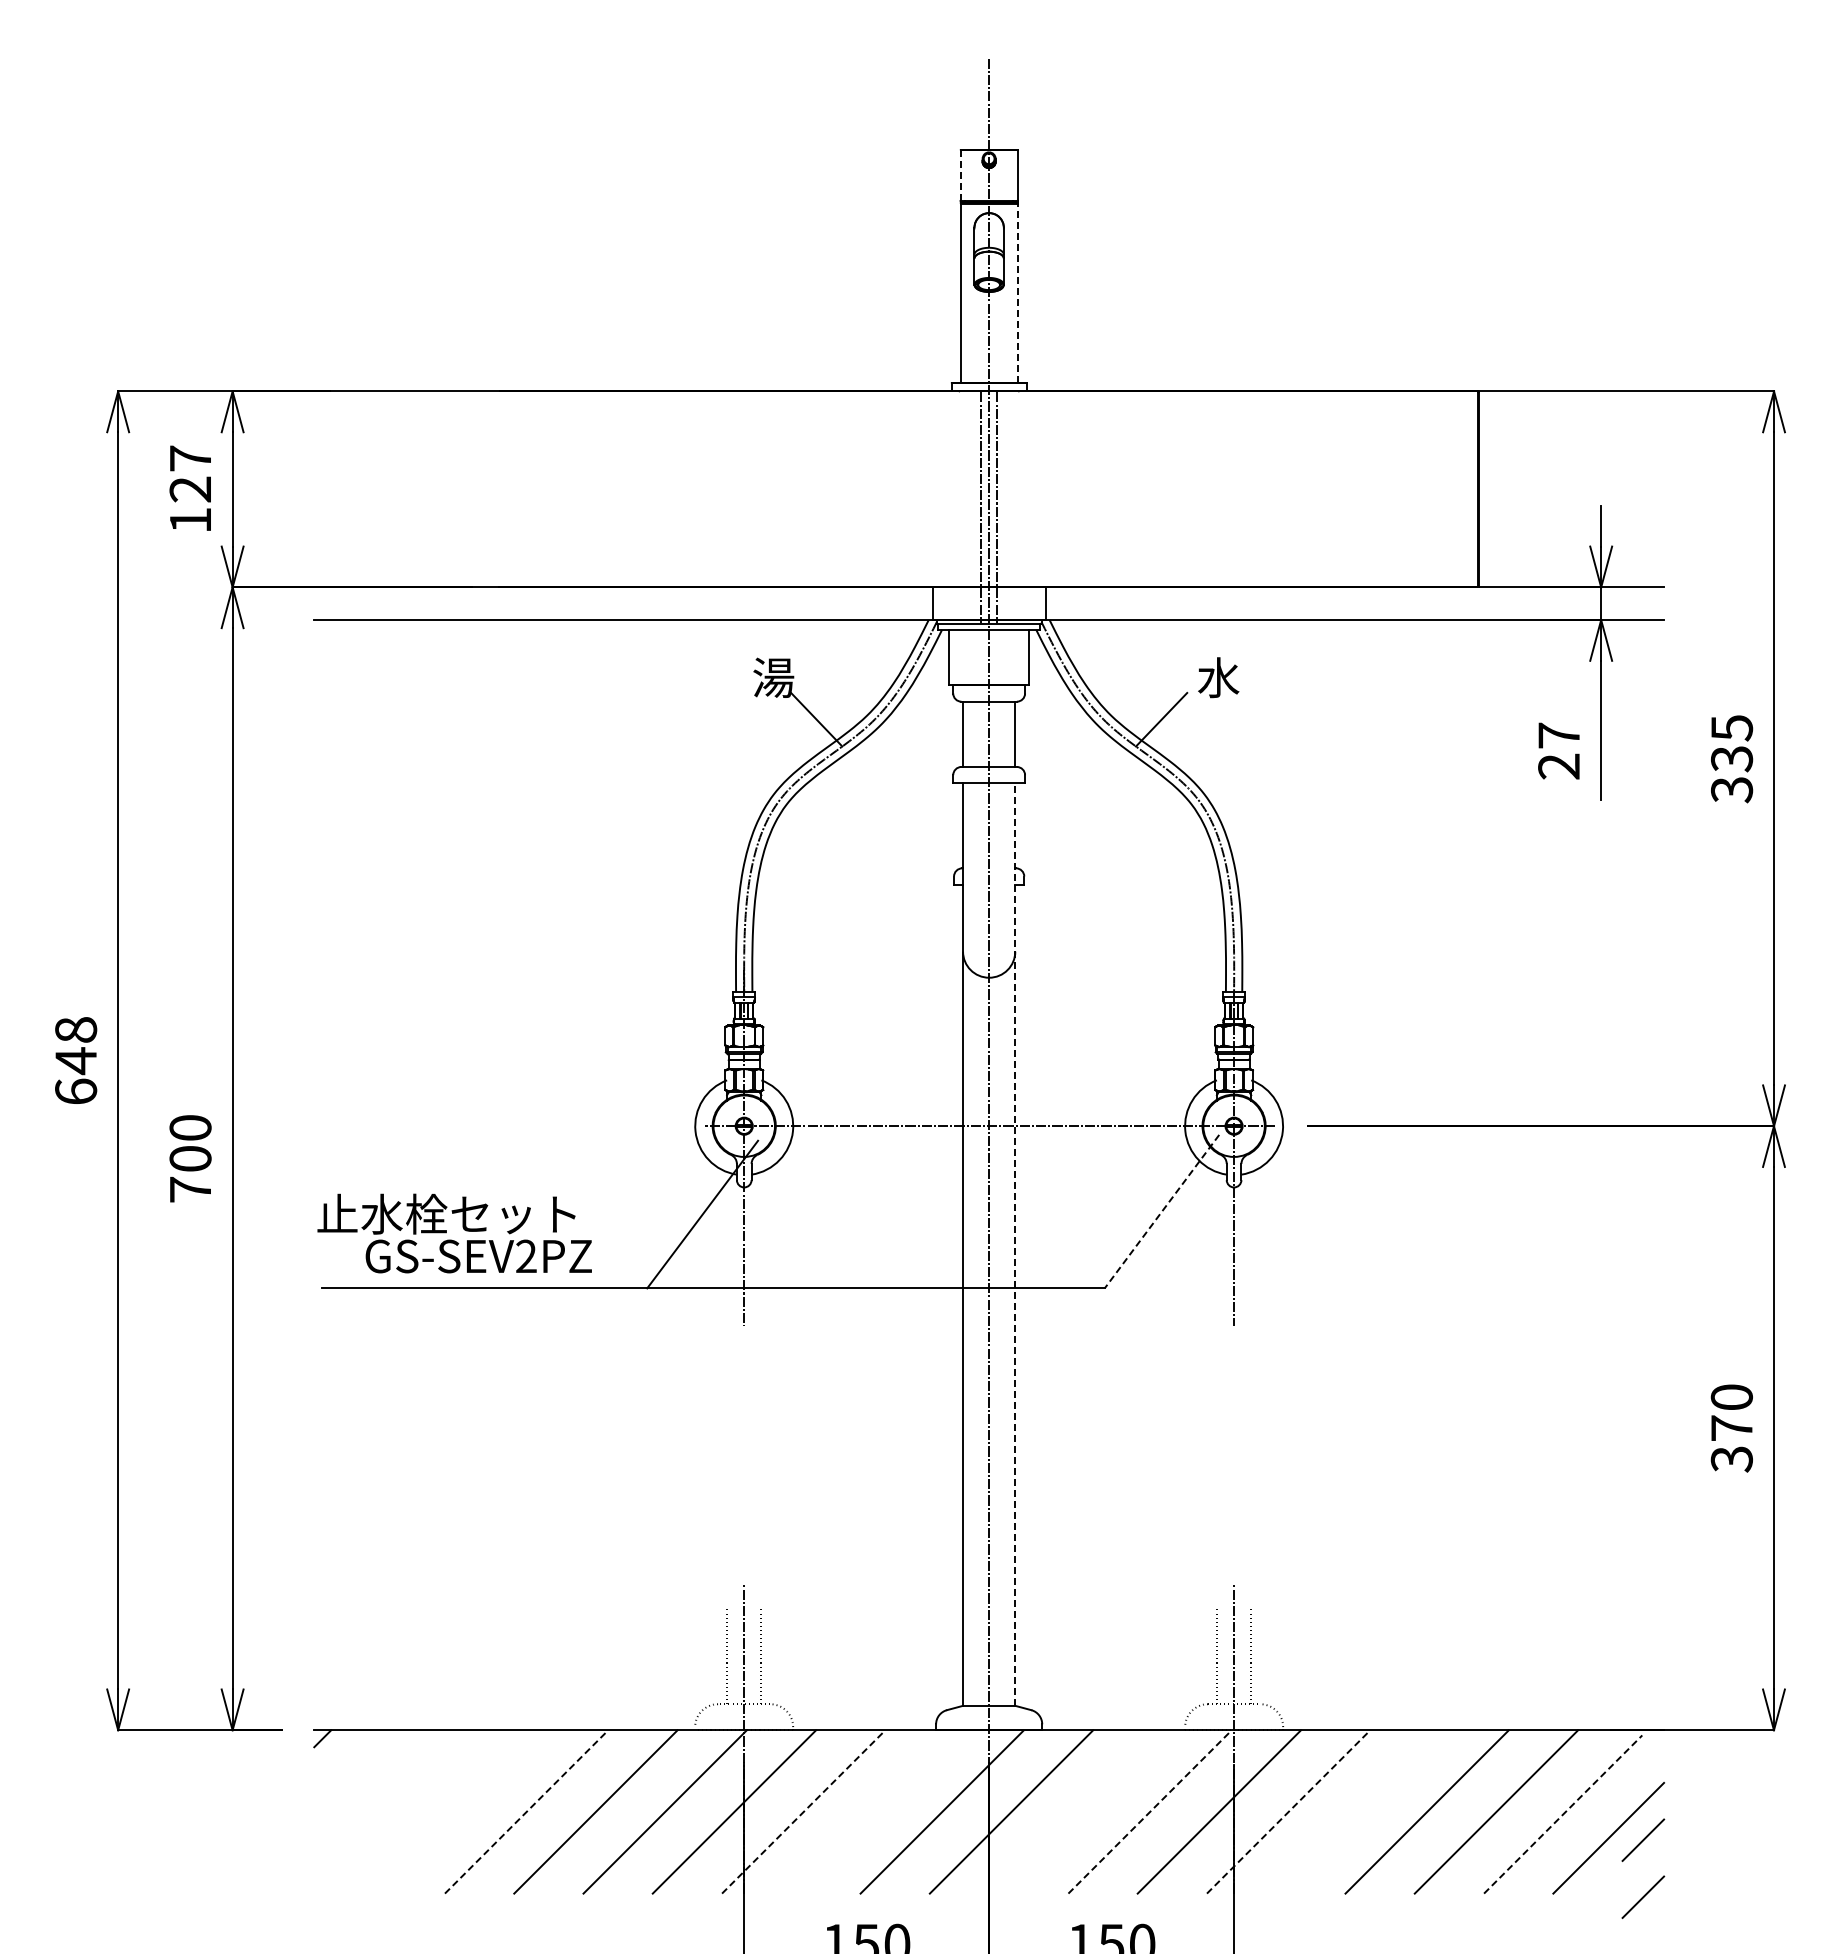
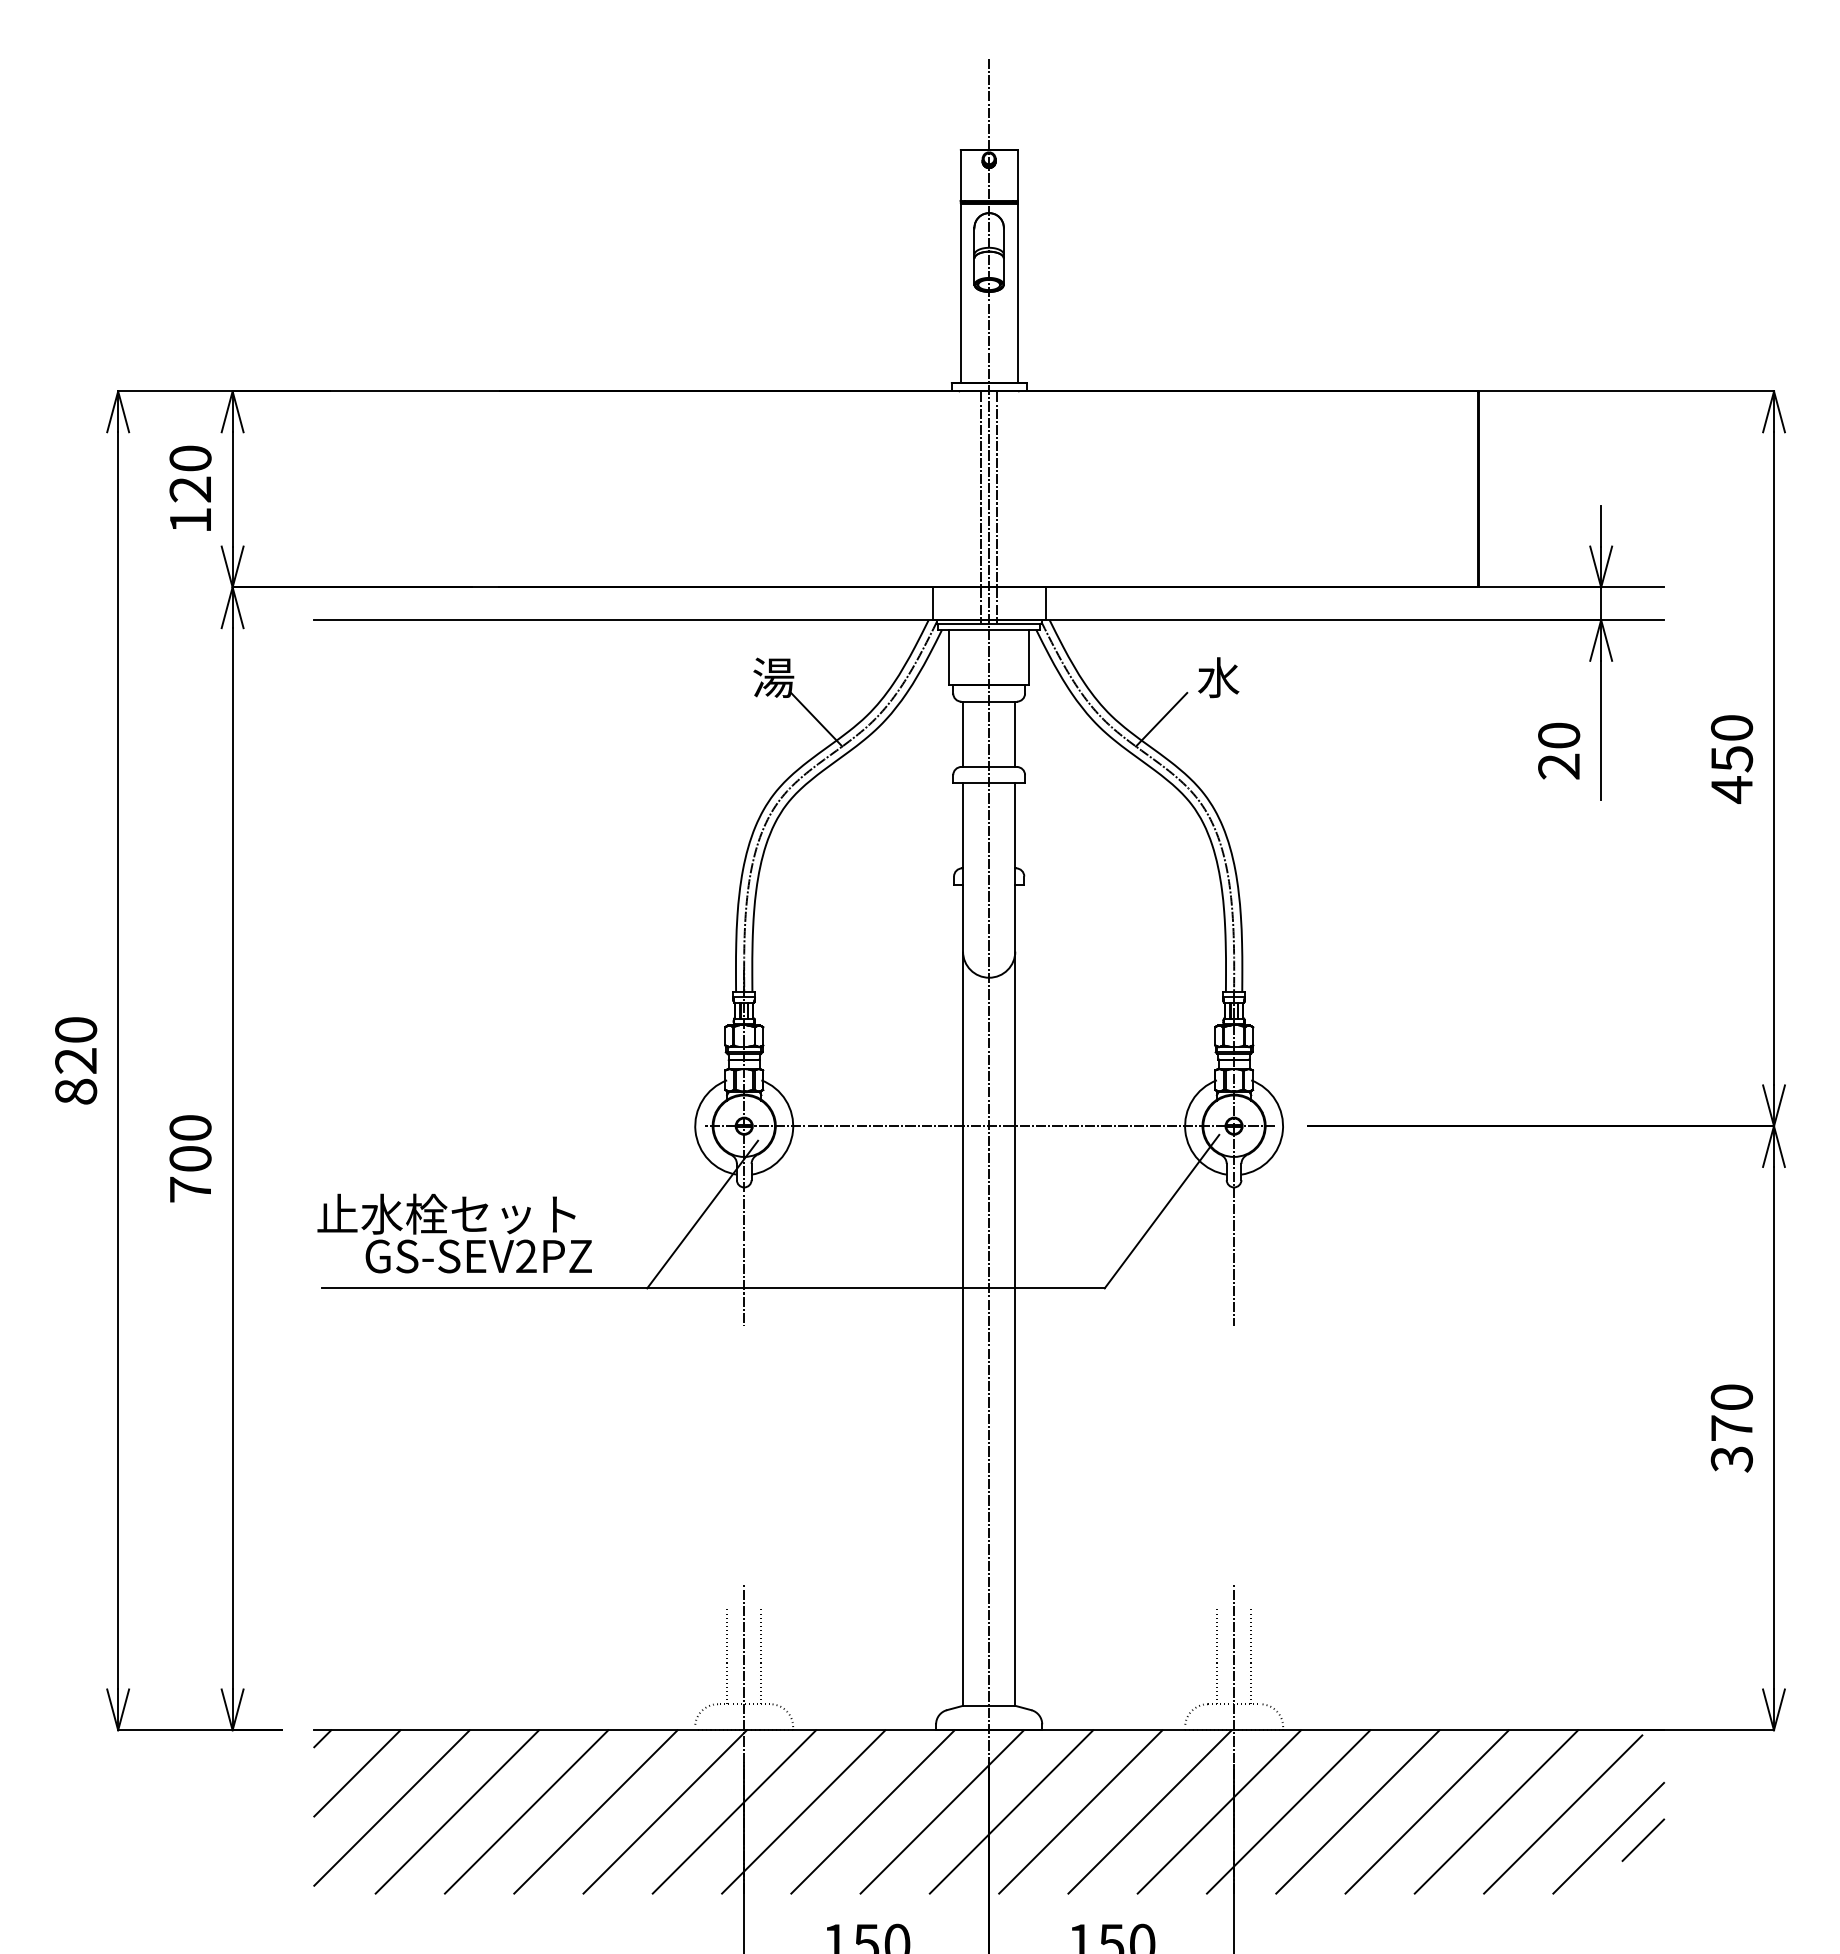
line at (960, 175): dashed -> solid
line at (1017, 293): dashed -> solid
text at (190, 458): 127 -> 120
text at (1559, 735): 27 -> 20
text at (1732, 759): 335 -> 450
text at (76, 1060): 648 -> 820
line at (1162, 1211): dashed -> solid
line at (1015, 1244): dashed -> solid
line at (357, 1773): none -> present
line at (391, 1807): none -> present
line at (456, 1811): none -> present
line at (526, 1811): dashed -> solid
line at (804, 1811): dashed -> solid
line at (872, 1811): none -> present
line at (1080, 1811): none -> present
line at (1150, 1811): dashed -> solid
line at (1288, 1811): dashed -> solid
line at (1357, 1811): none -> present
line at (1563, 1814): dashed -> solid
line at (1643, 1896): present -> none
